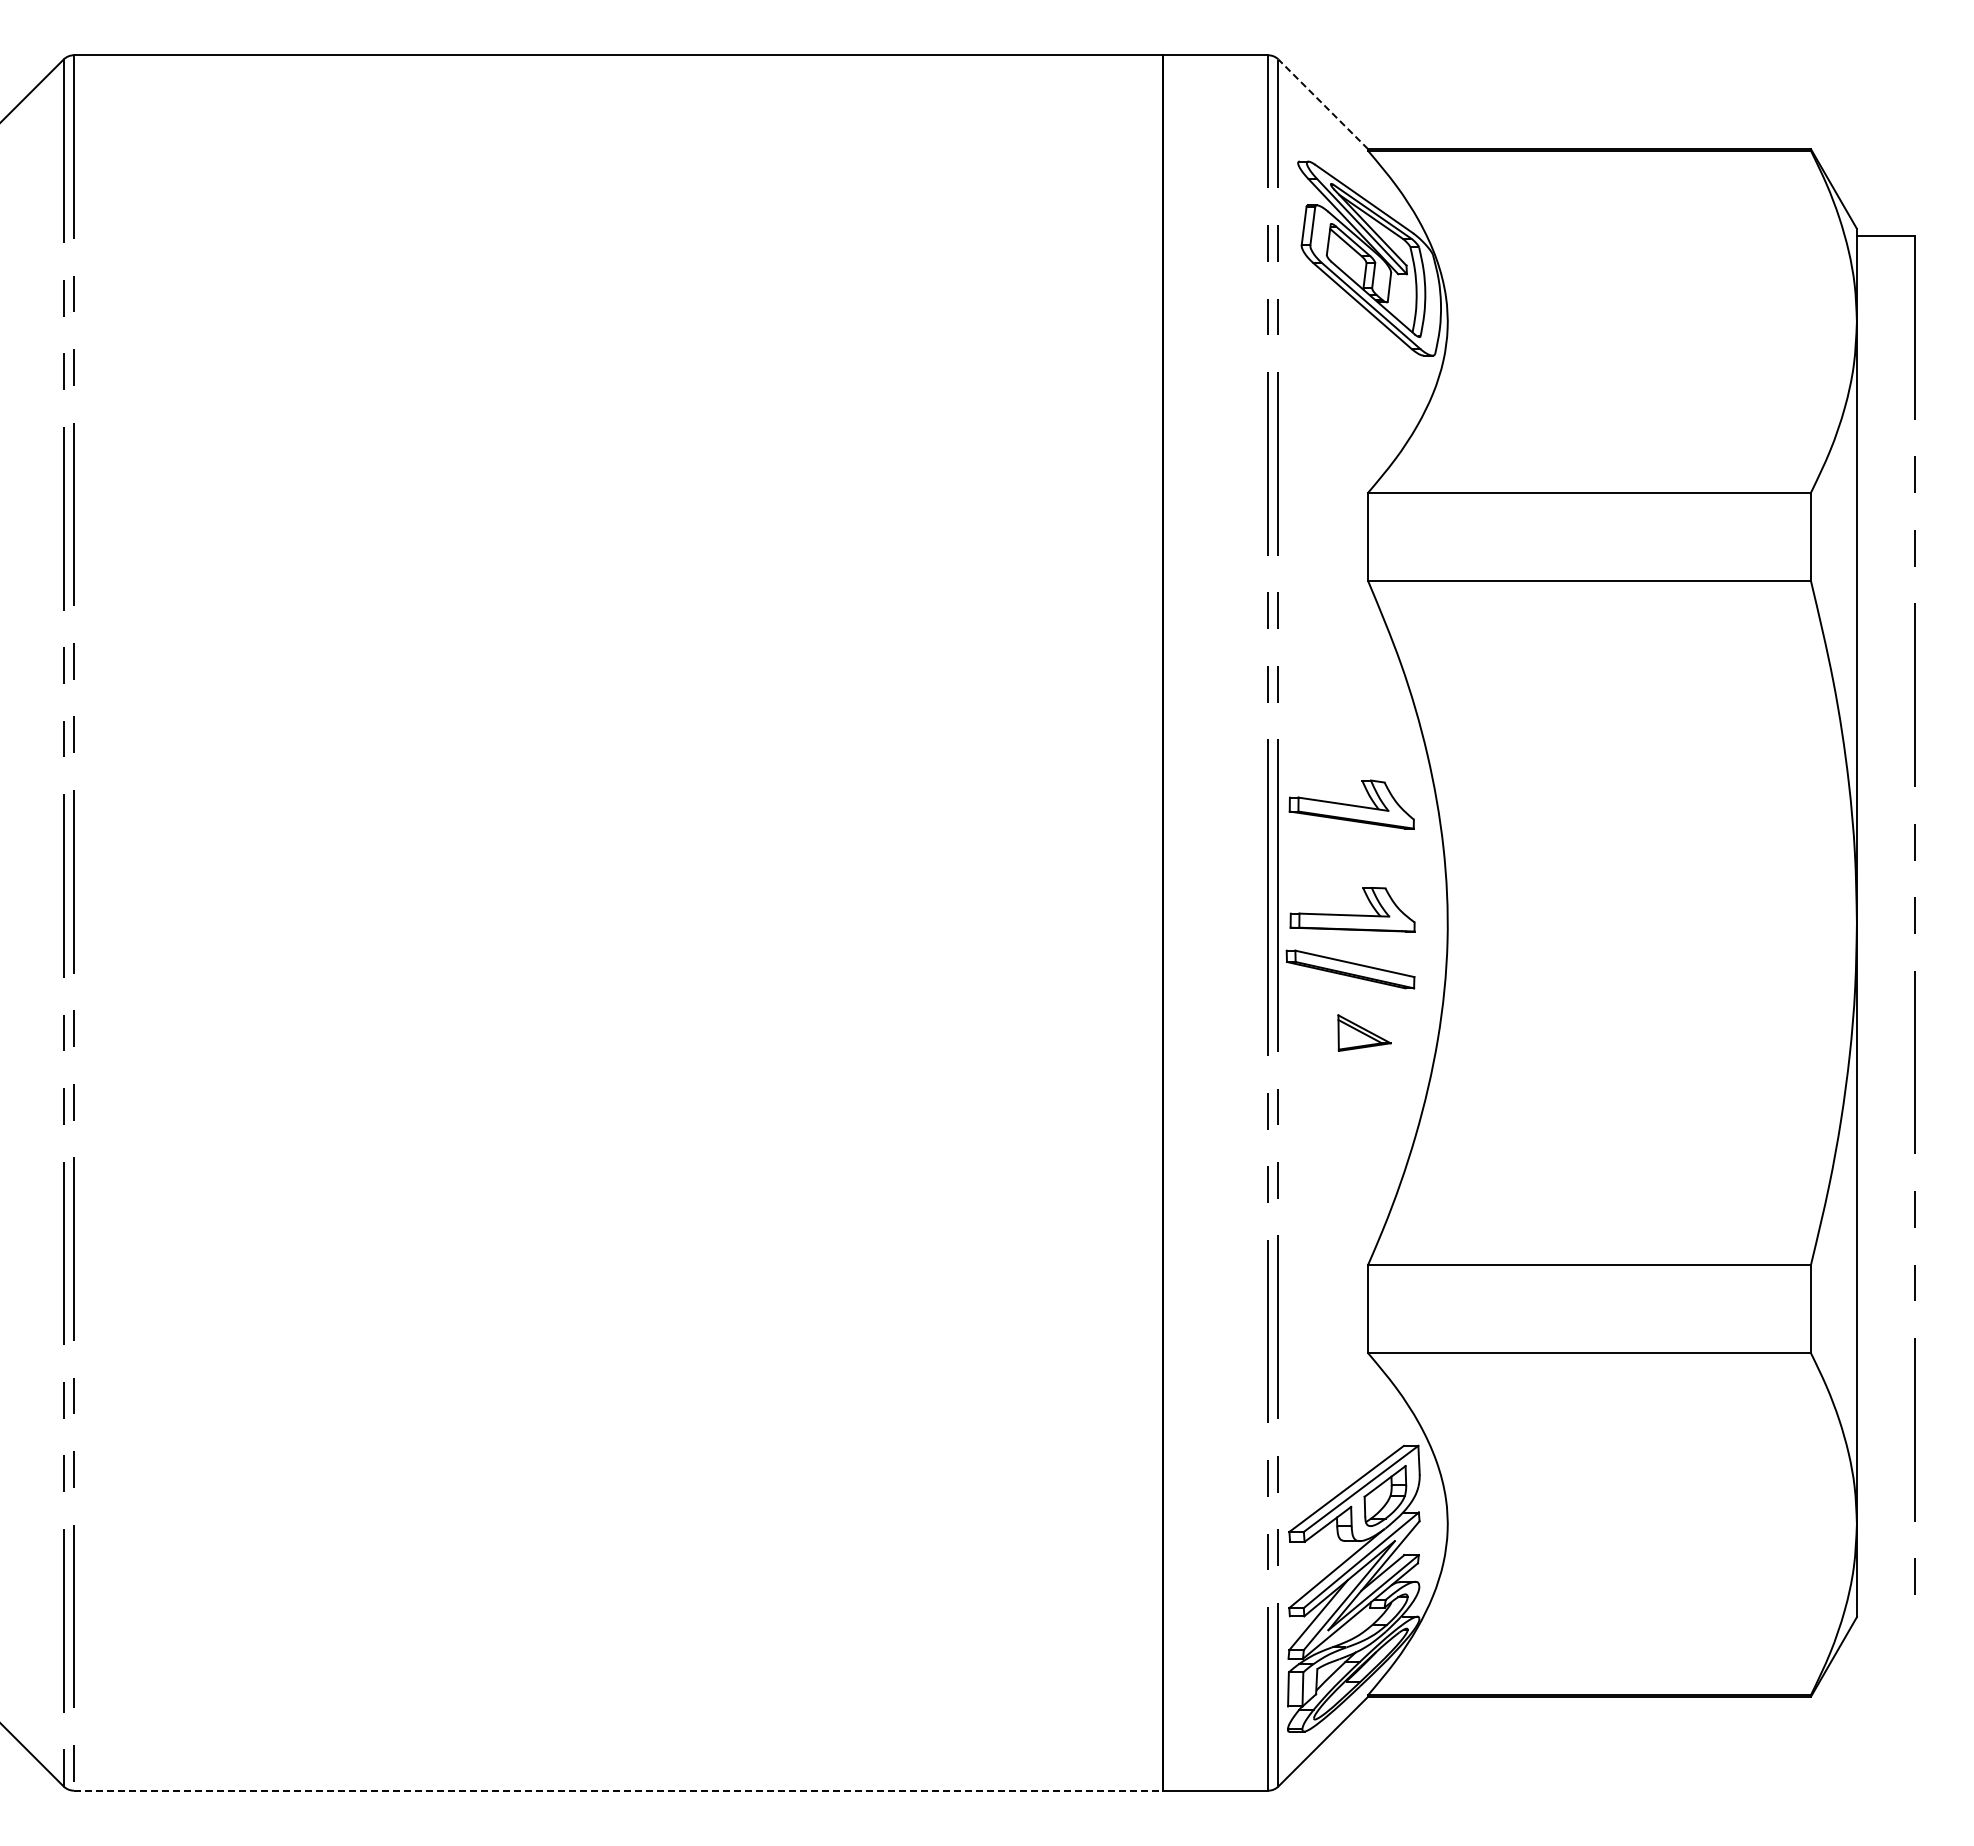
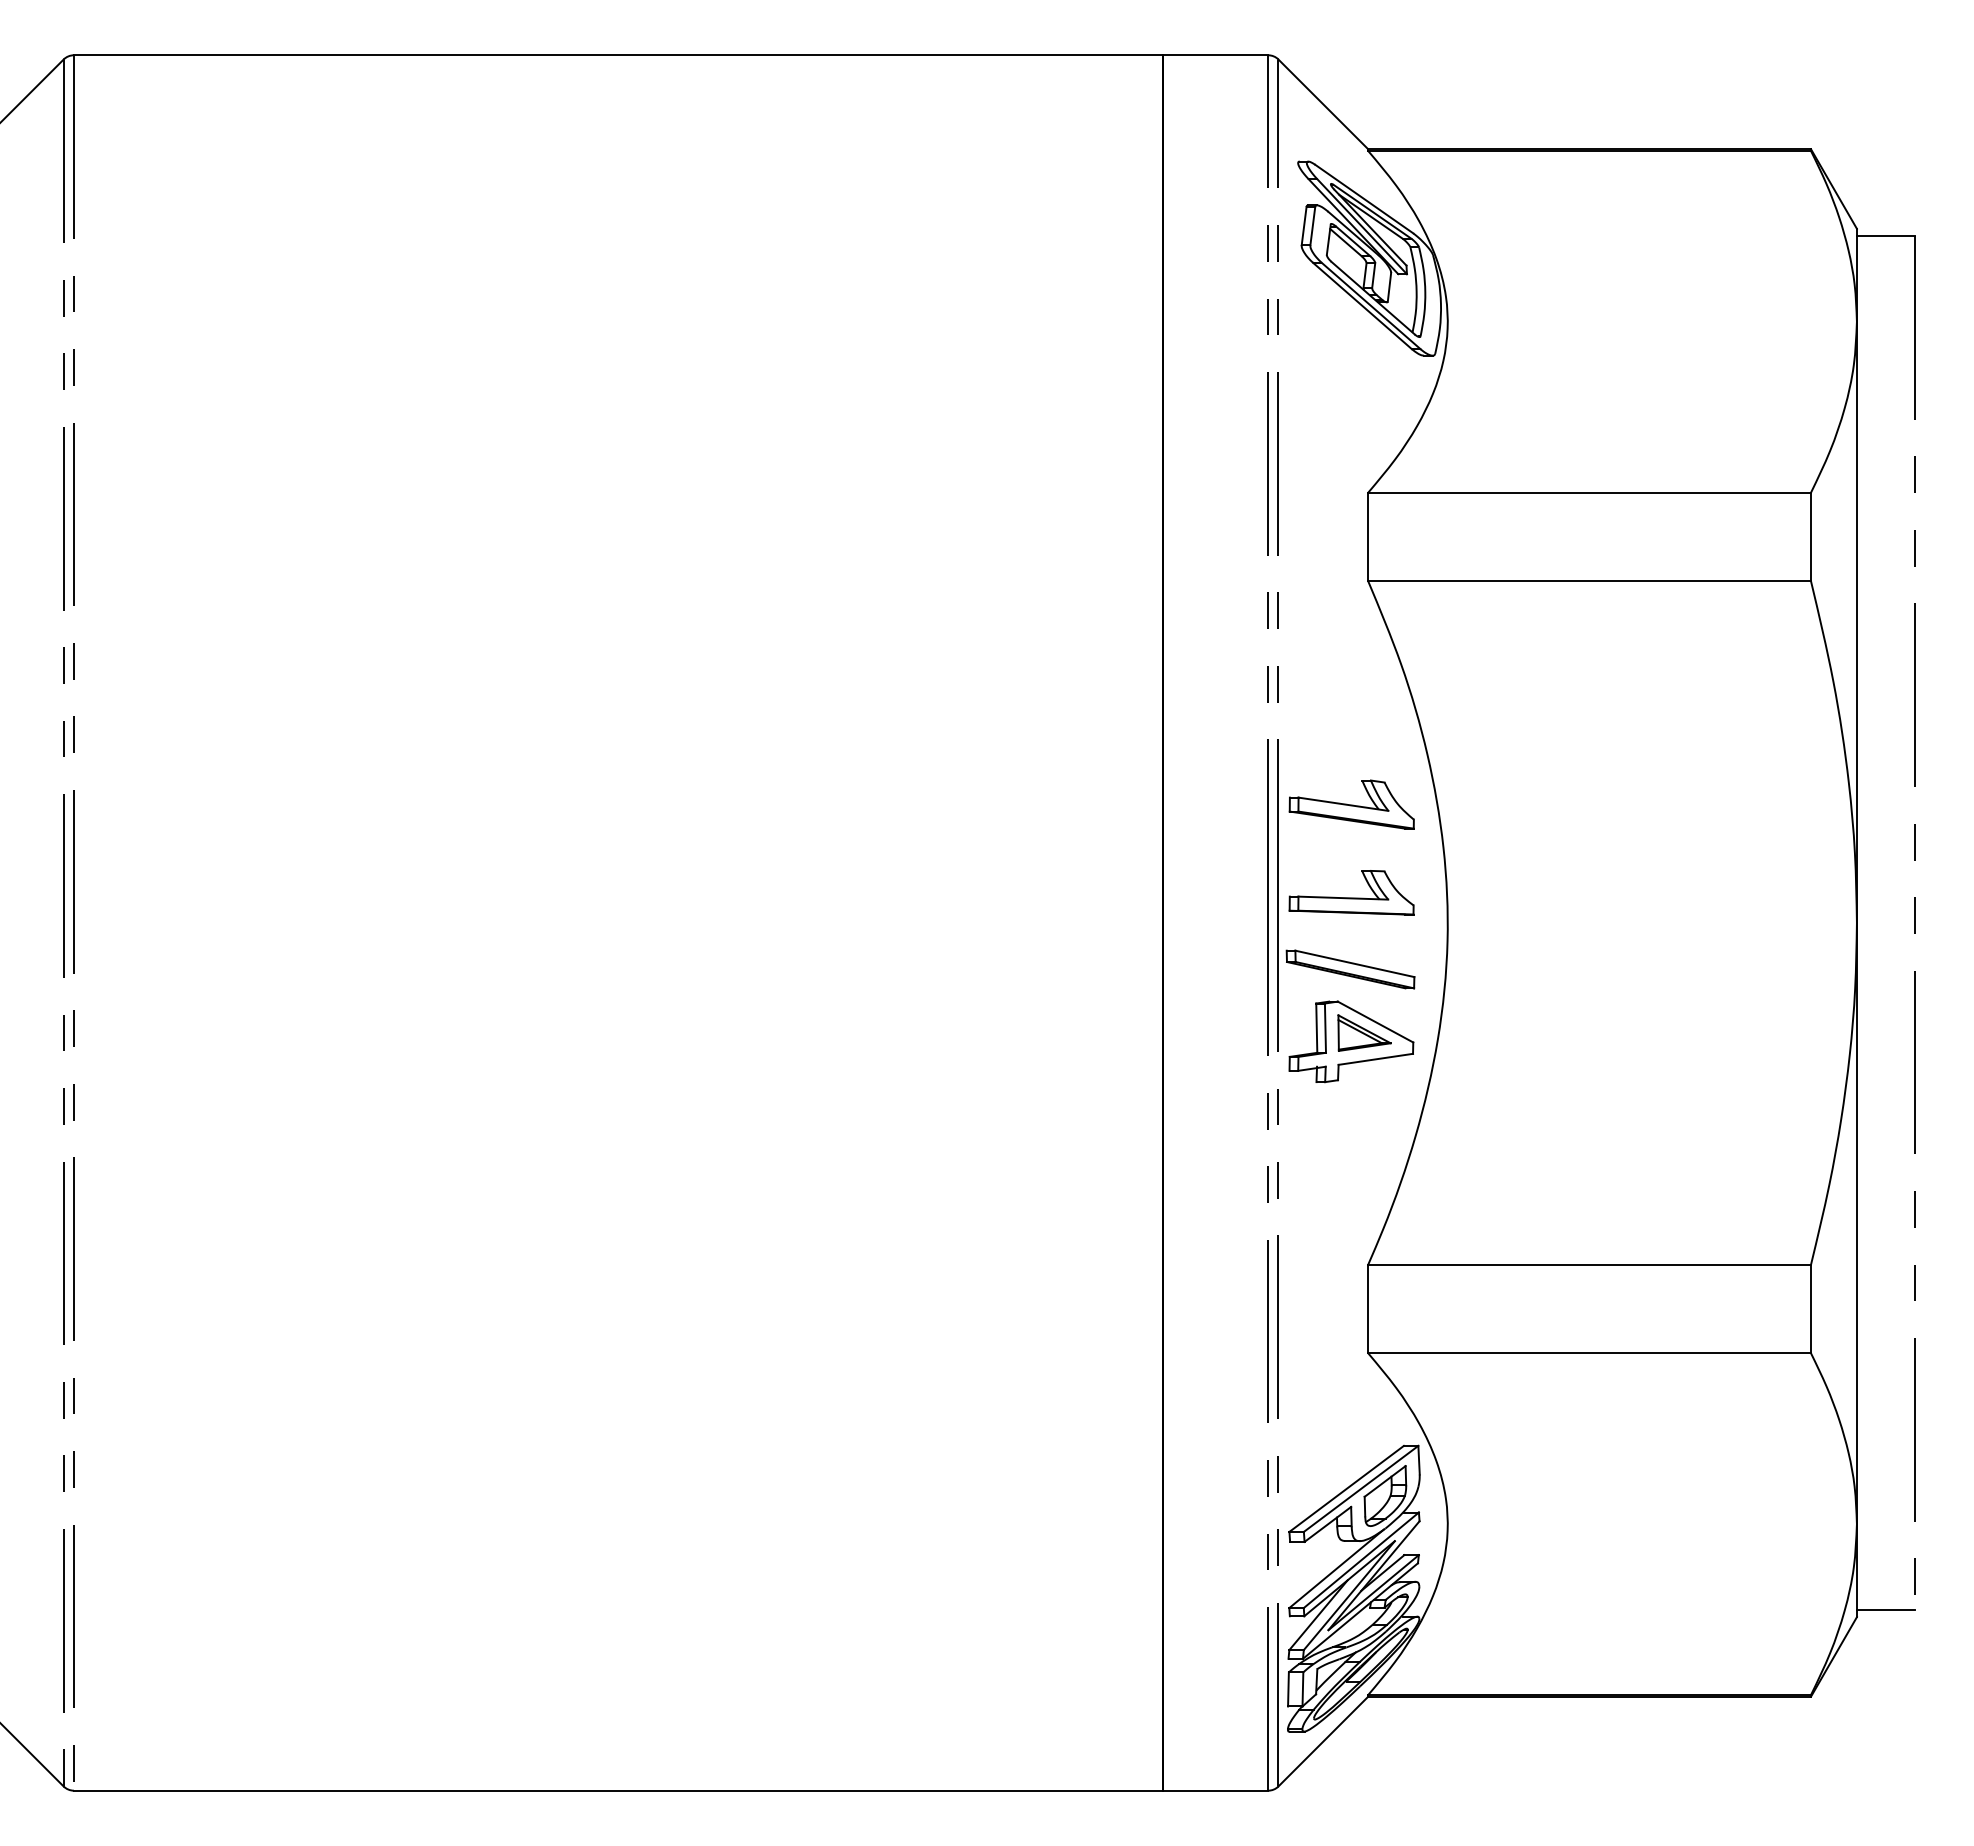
line at (1323, 104): dashed -> solid
part at (1352, 909) position: (1352, 909) -> (1351, 892)
part at (1351, 1041): none -> present
line at (1885, 1609): none -> present
line at (618, 1790): dashed -> solid
